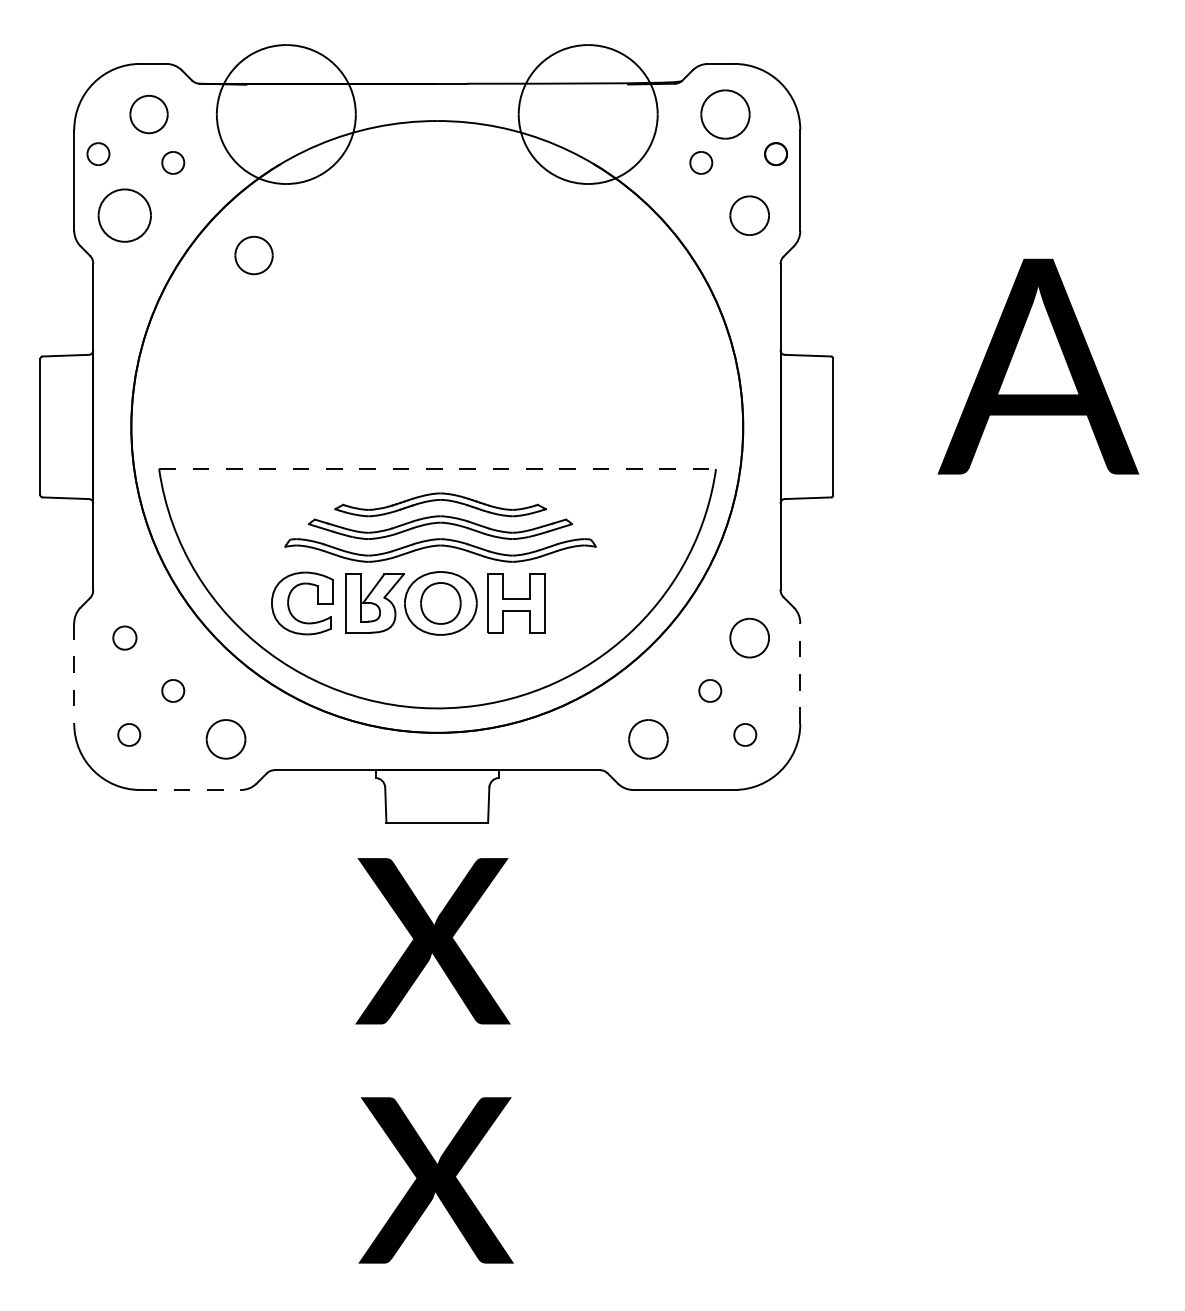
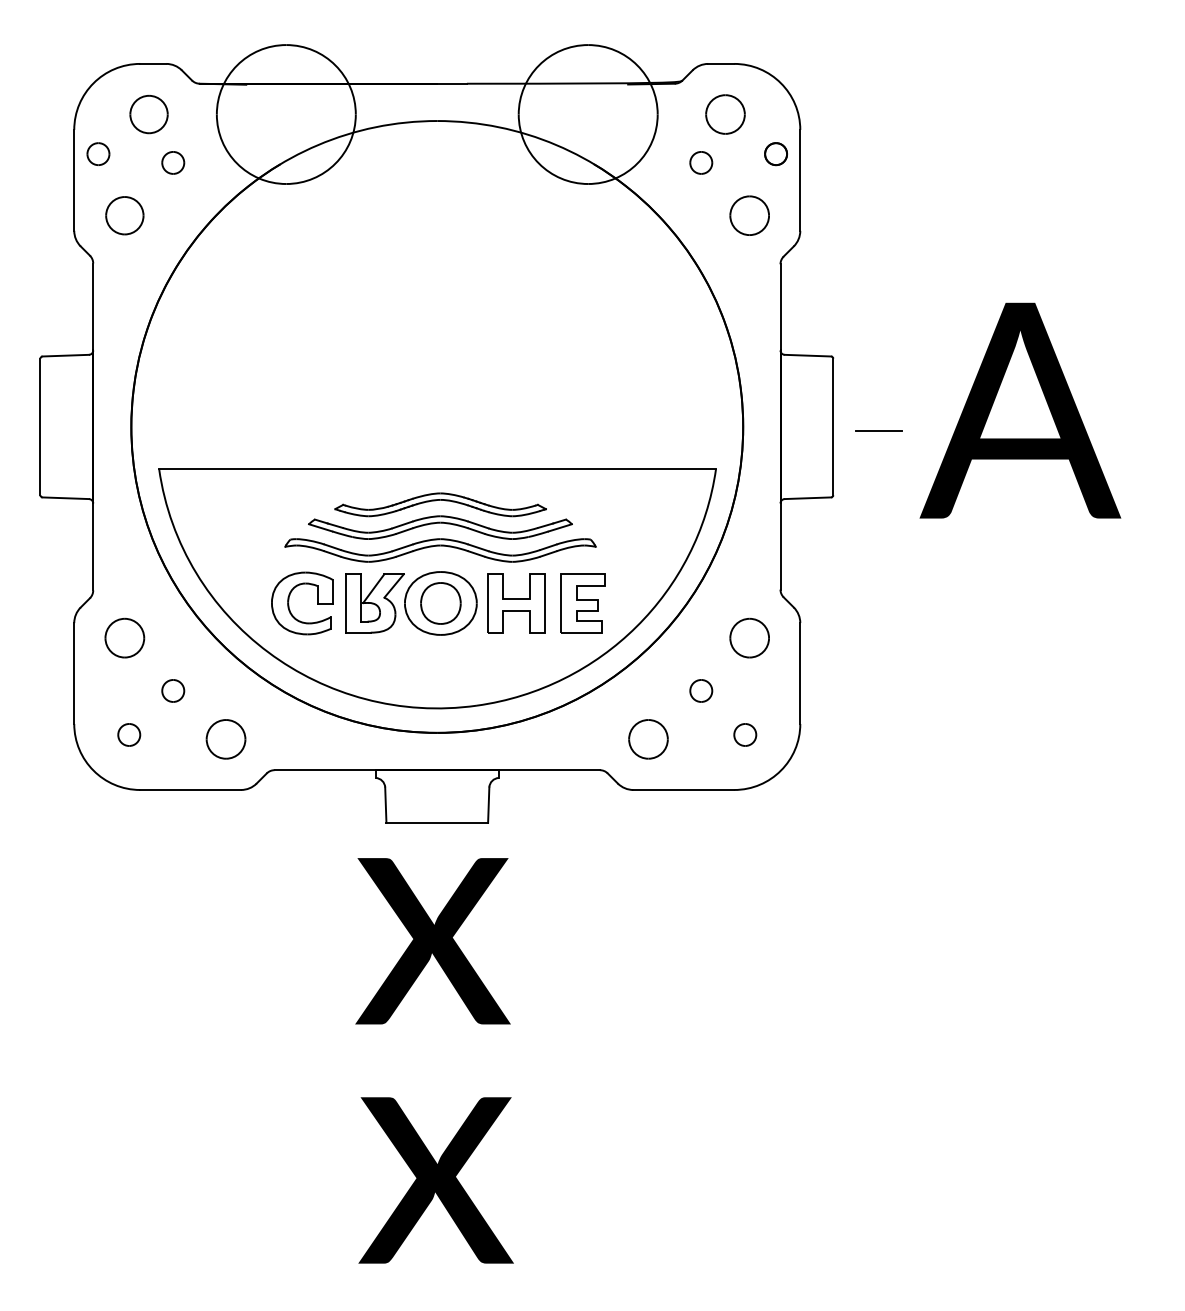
part at (725, 114) size: 51x51 px -> 41x41 px
part at (124, 215) size: 55x55 px -> 40x40 px
part at (253, 255): present -> none
text at (1038, 366) position: (1038, 366) -> (1020, 410)
line at (878, 431): none -> present
line at (438, 469): dashed -> solid
part at (582, 603): none -> present
part at (124, 637) size: 26x26 px -> 42x42 px
line at (800, 673): dashed -> solid
line at (74, 674): dashed -> solid
part at (710, 690) position: (710, 690) -> (701, 690)
line at (191, 789): dashed -> solid
